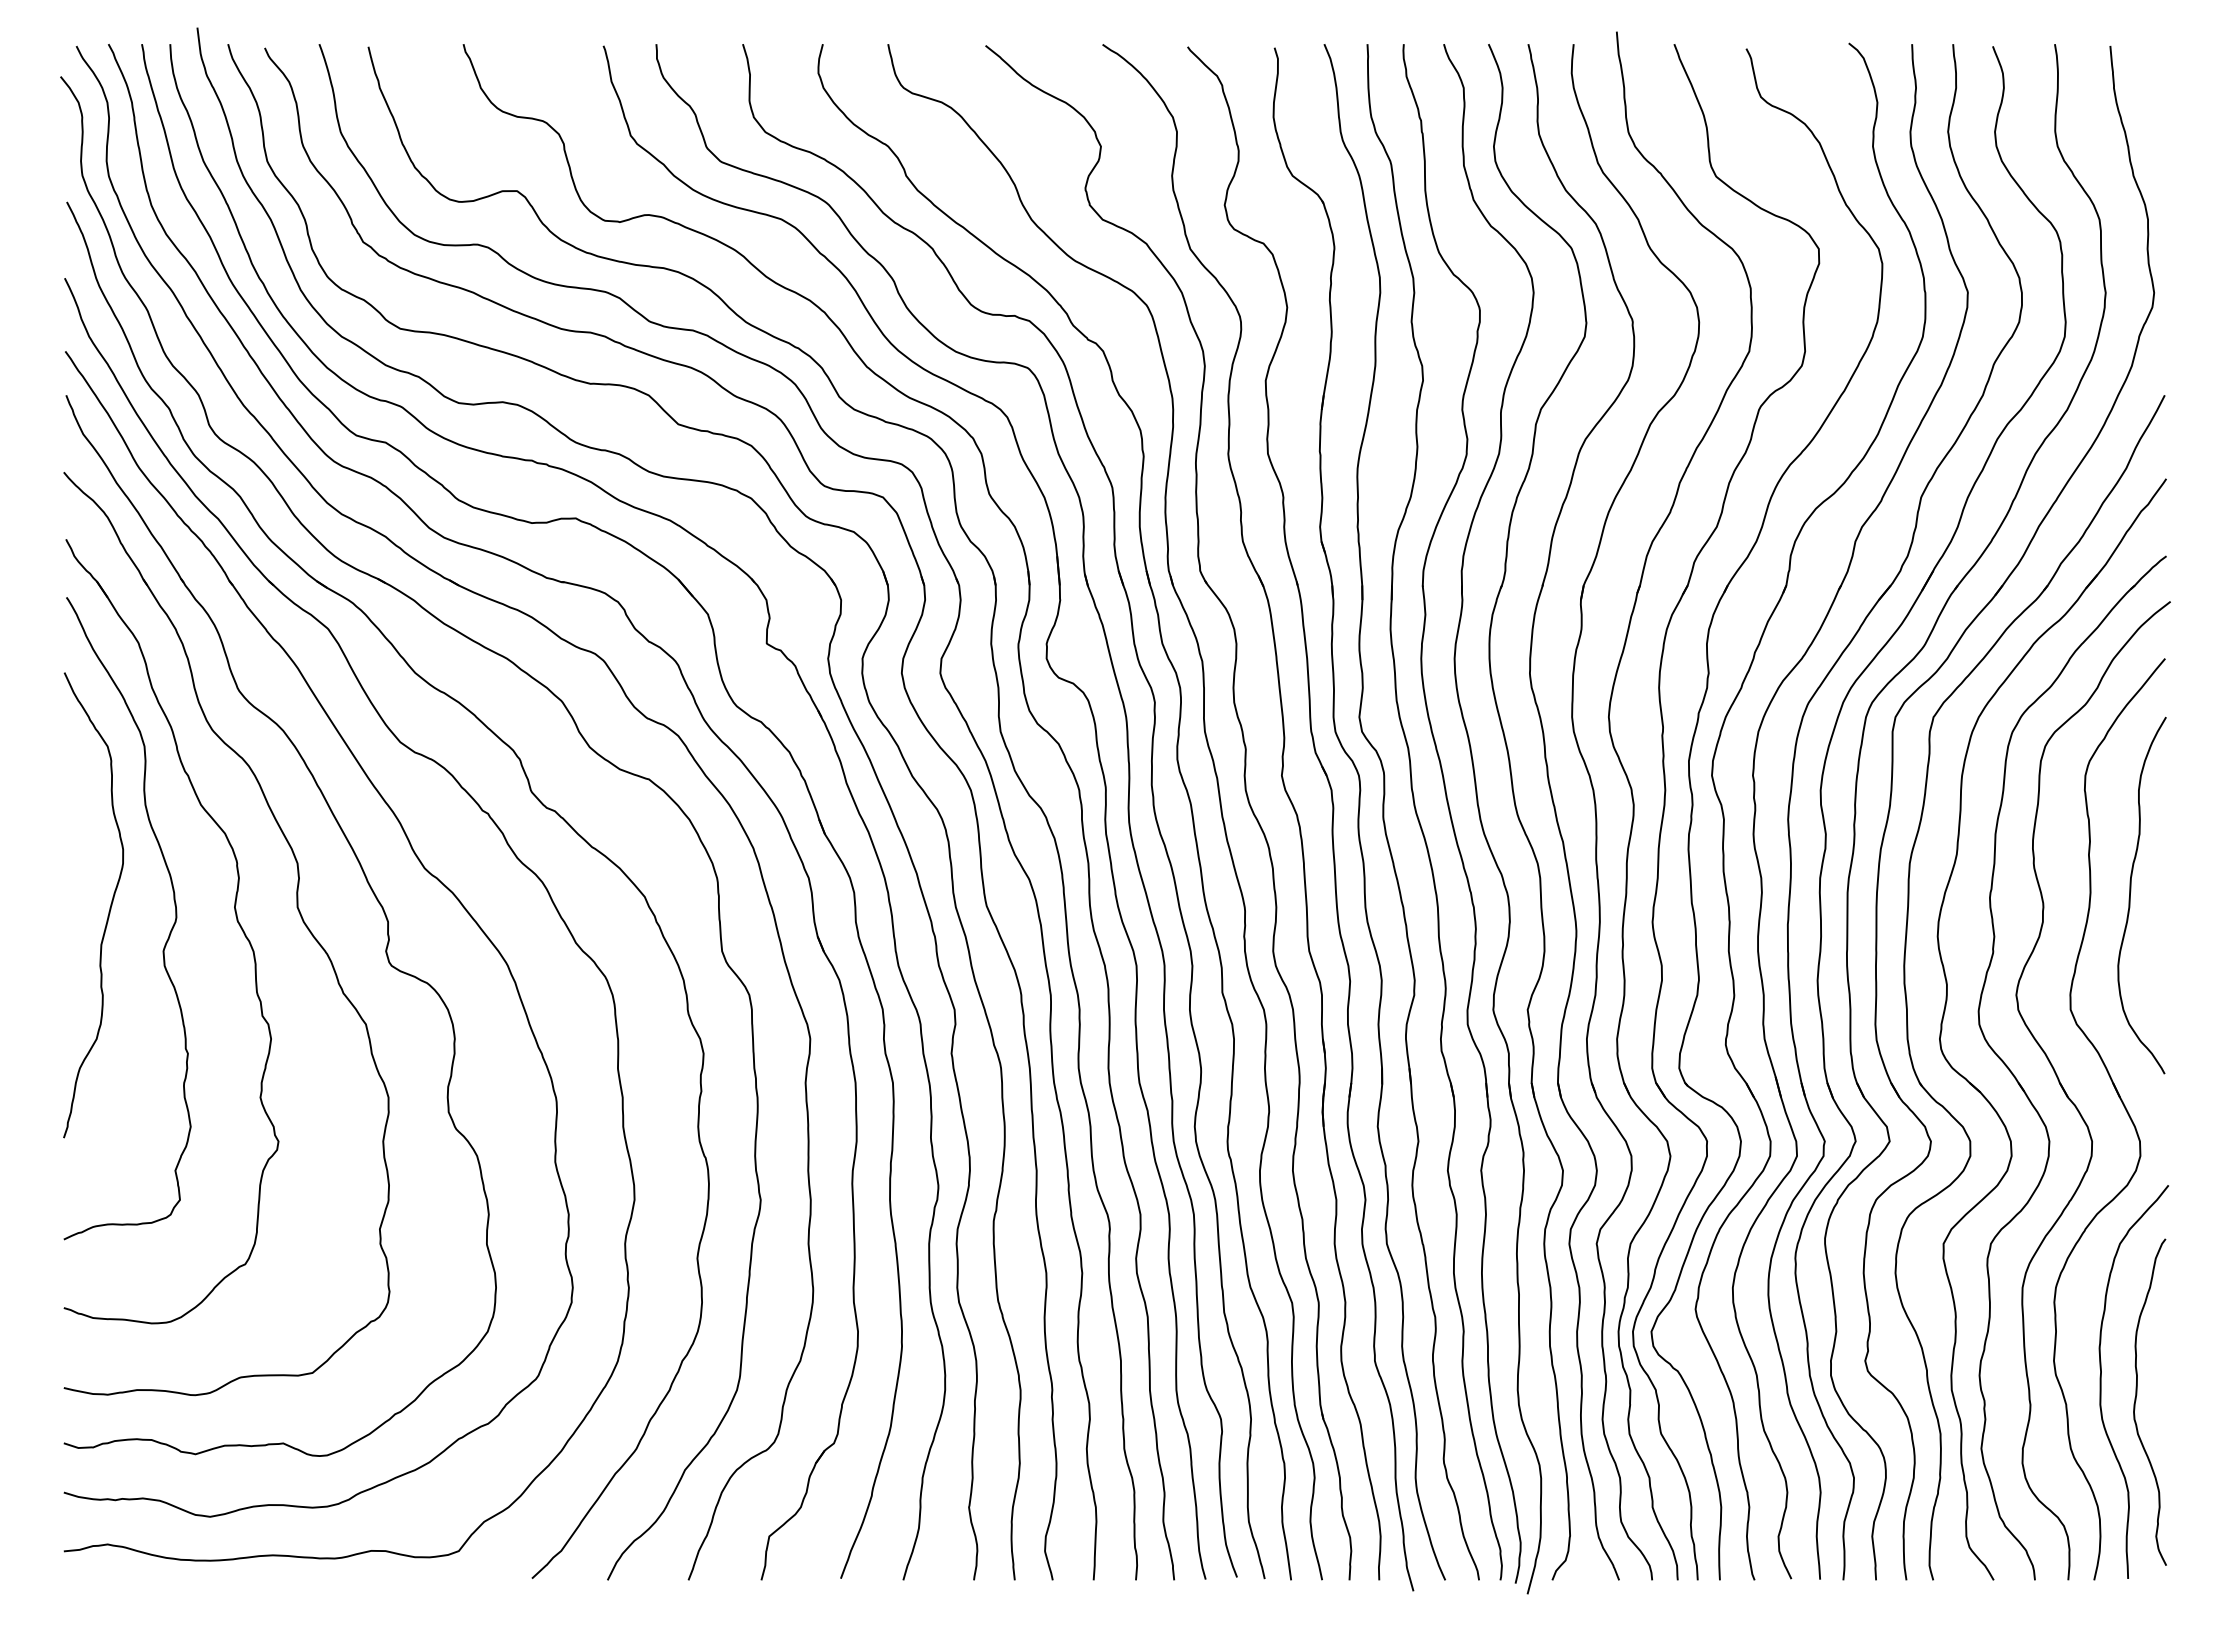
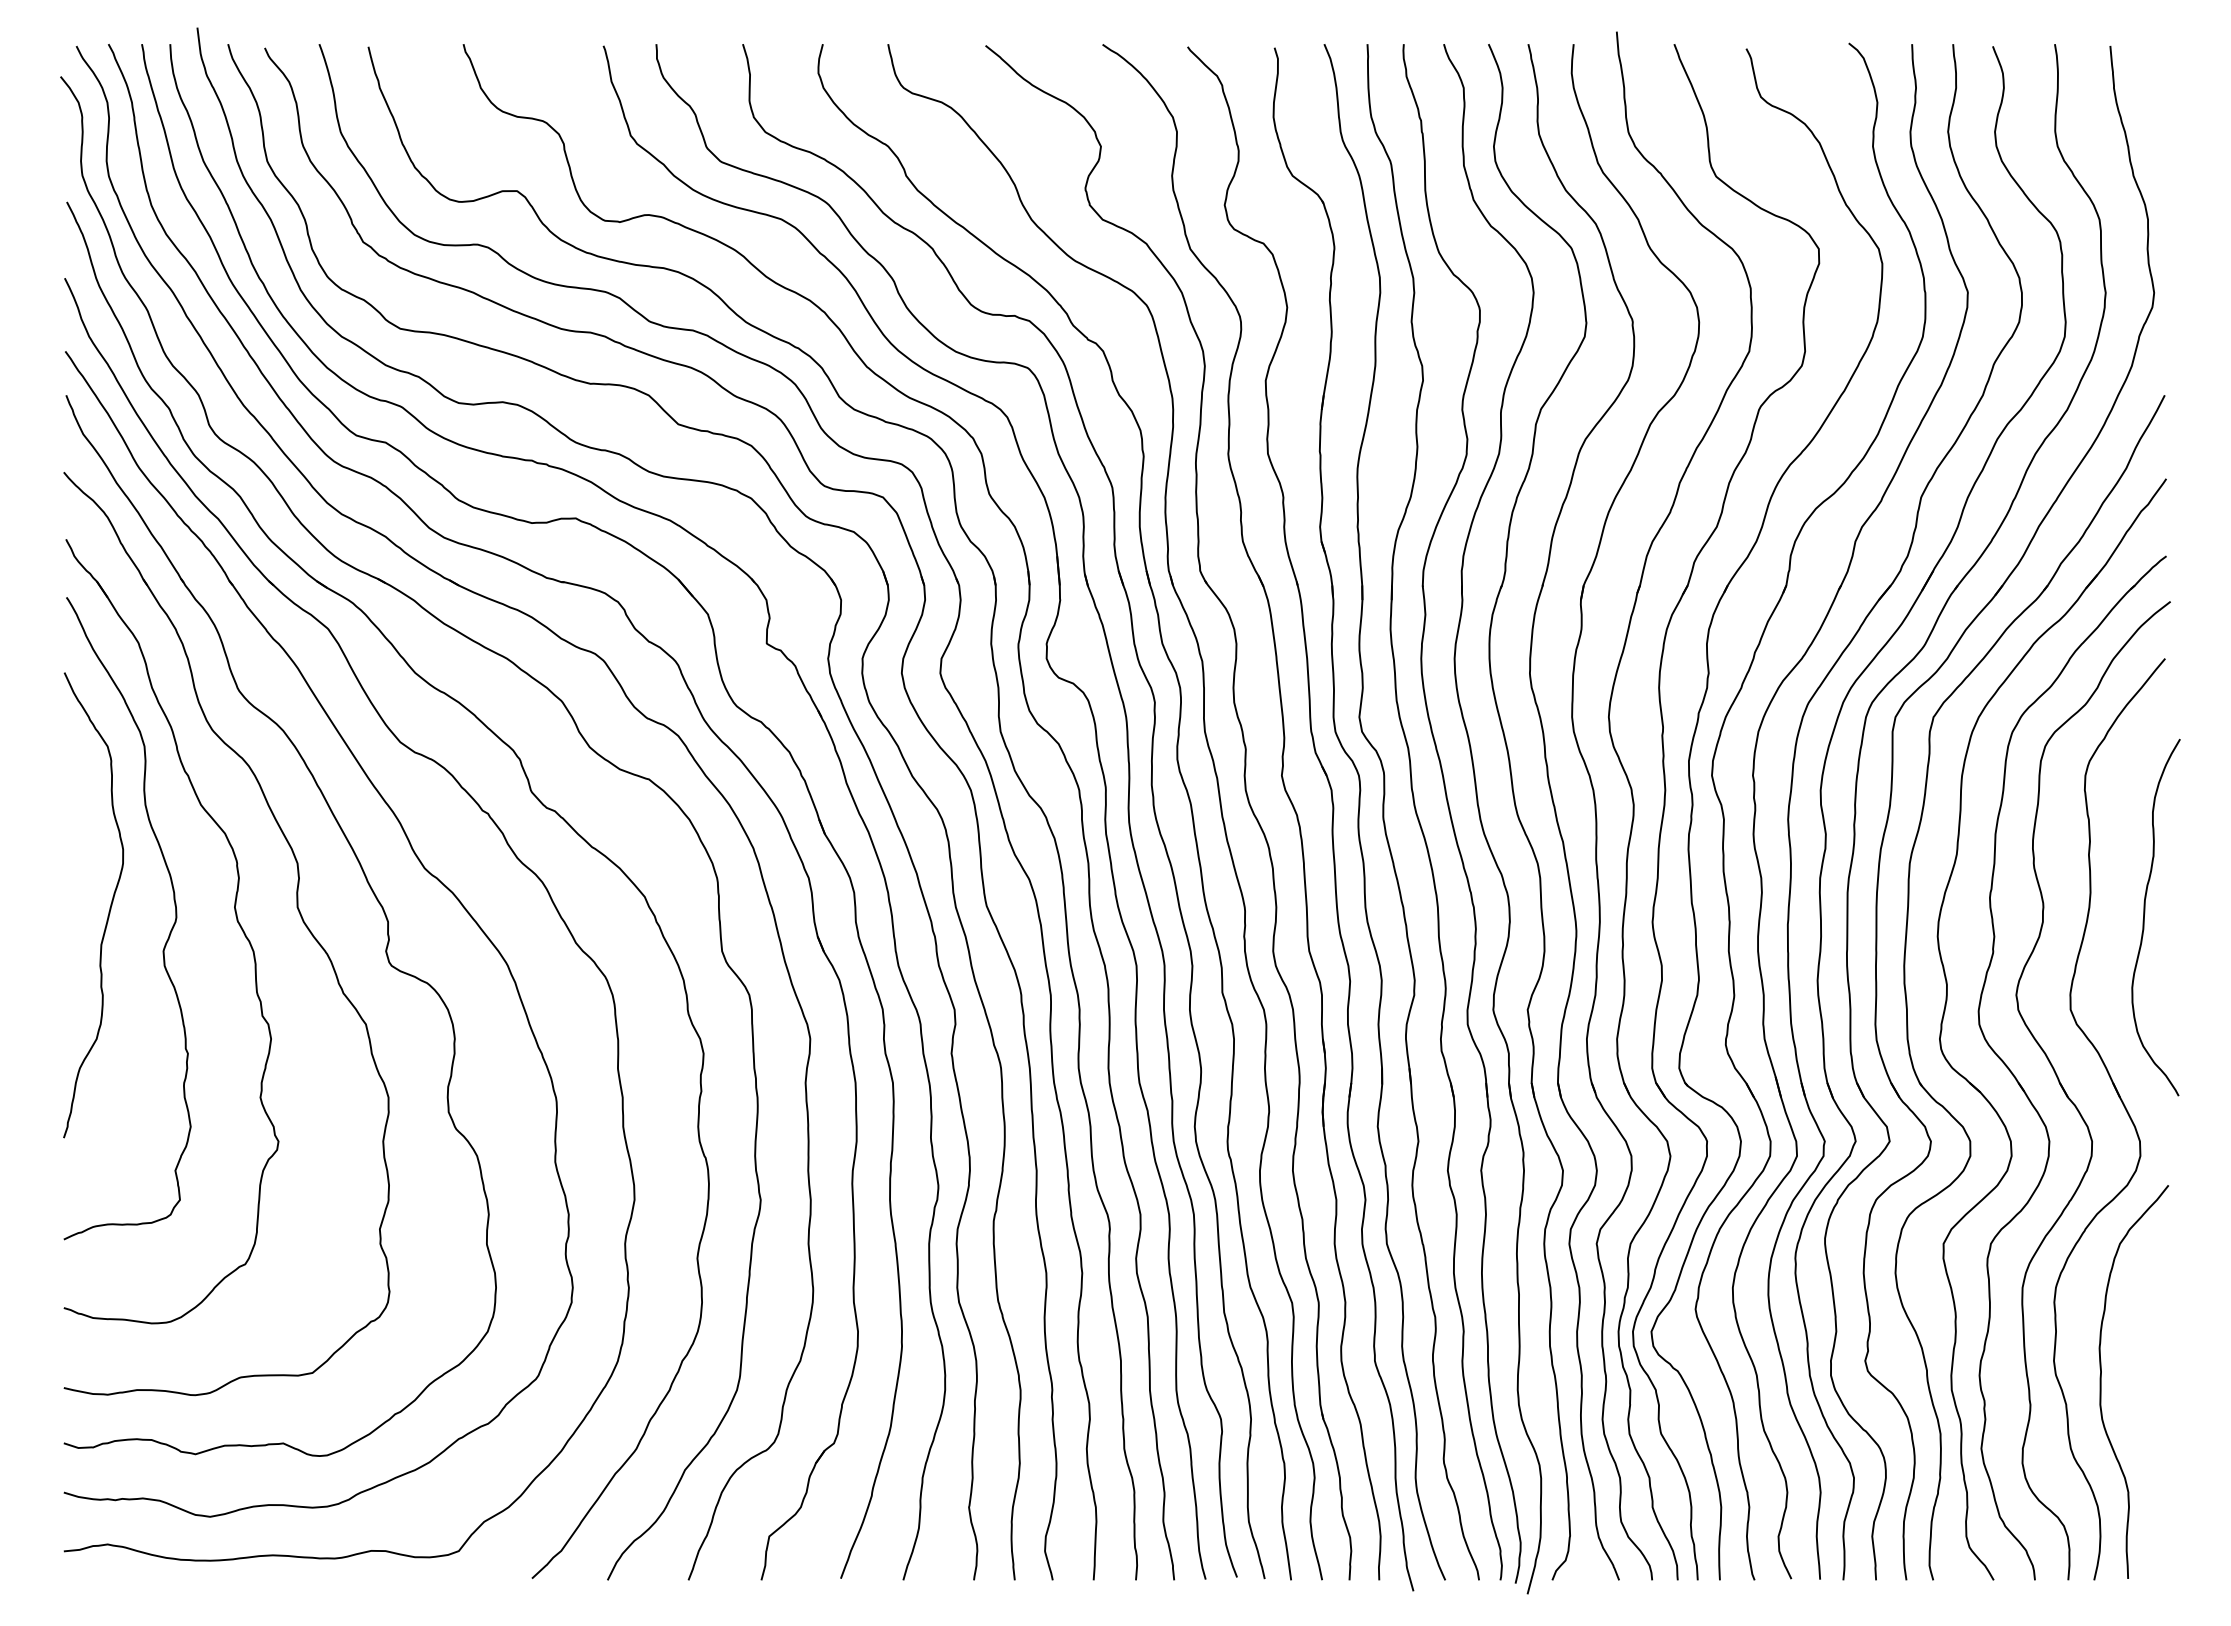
curve at (2131, 891) position: (2131, 891) -> (2145, 913)
curve at (2136, 1401): present -> none
